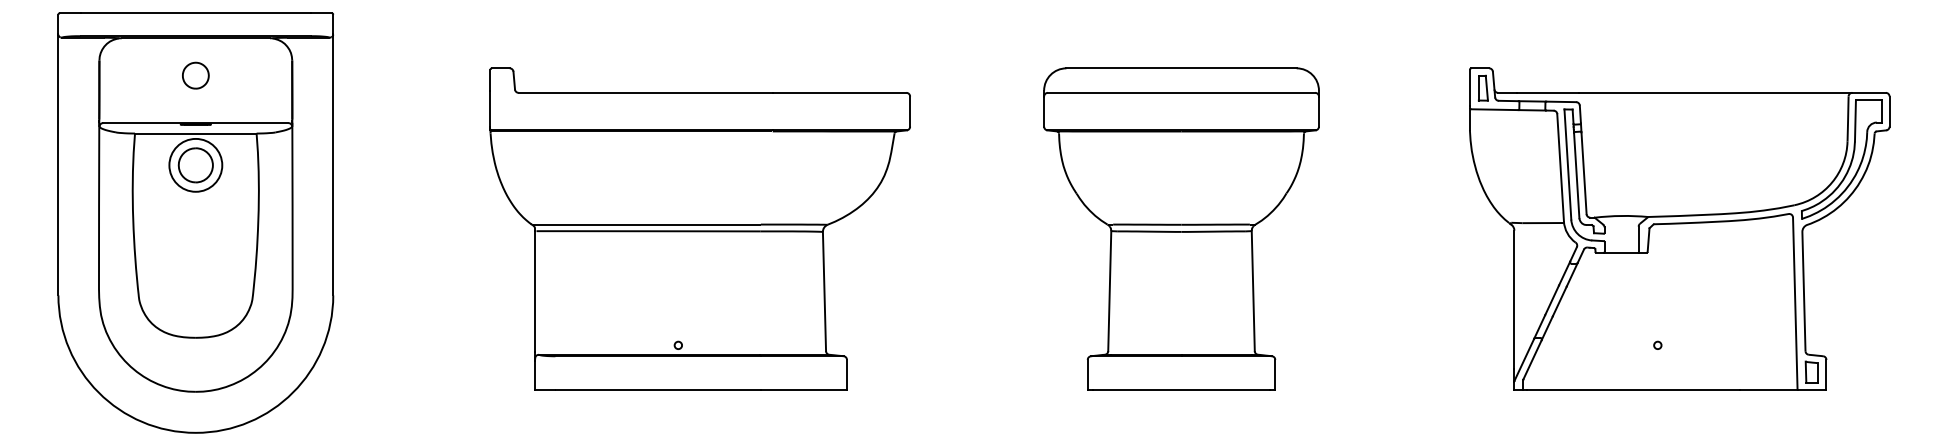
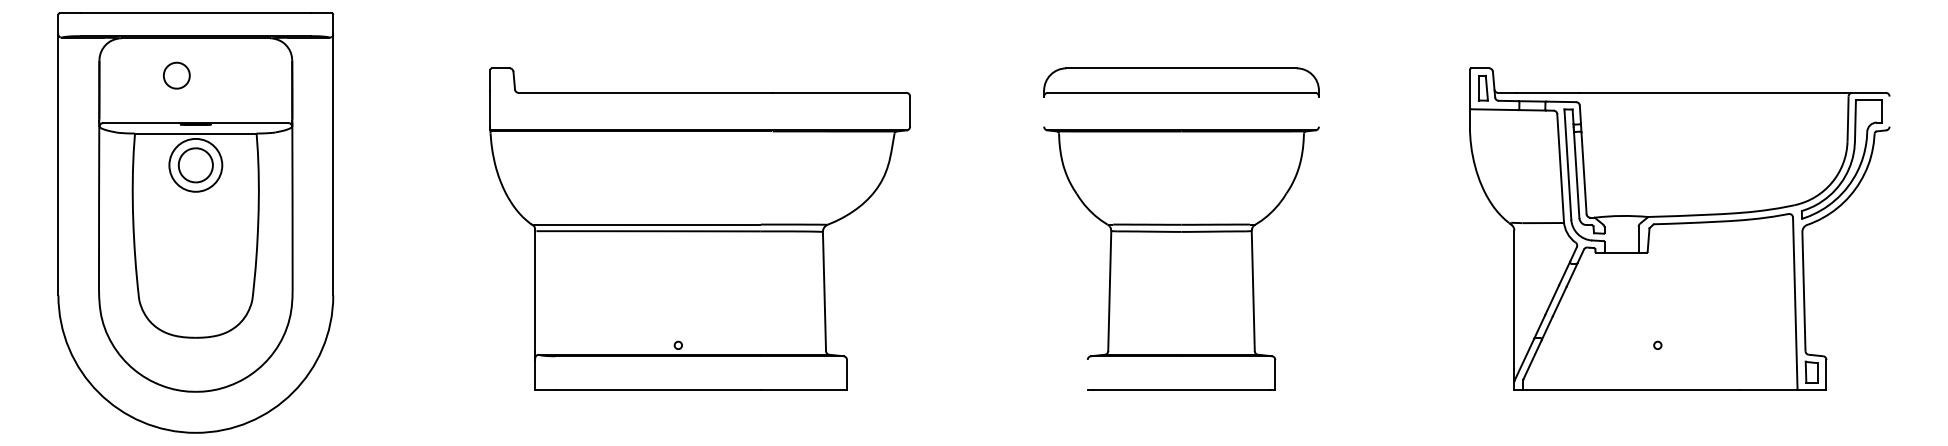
part at (195, 75) position: (195, 75) -> (176, 75)
line at (1044, 111): present -> none
line at (1318, 111): present -> none
line at (1889, 111): present -> none
line at (1087, 374): present -> none
